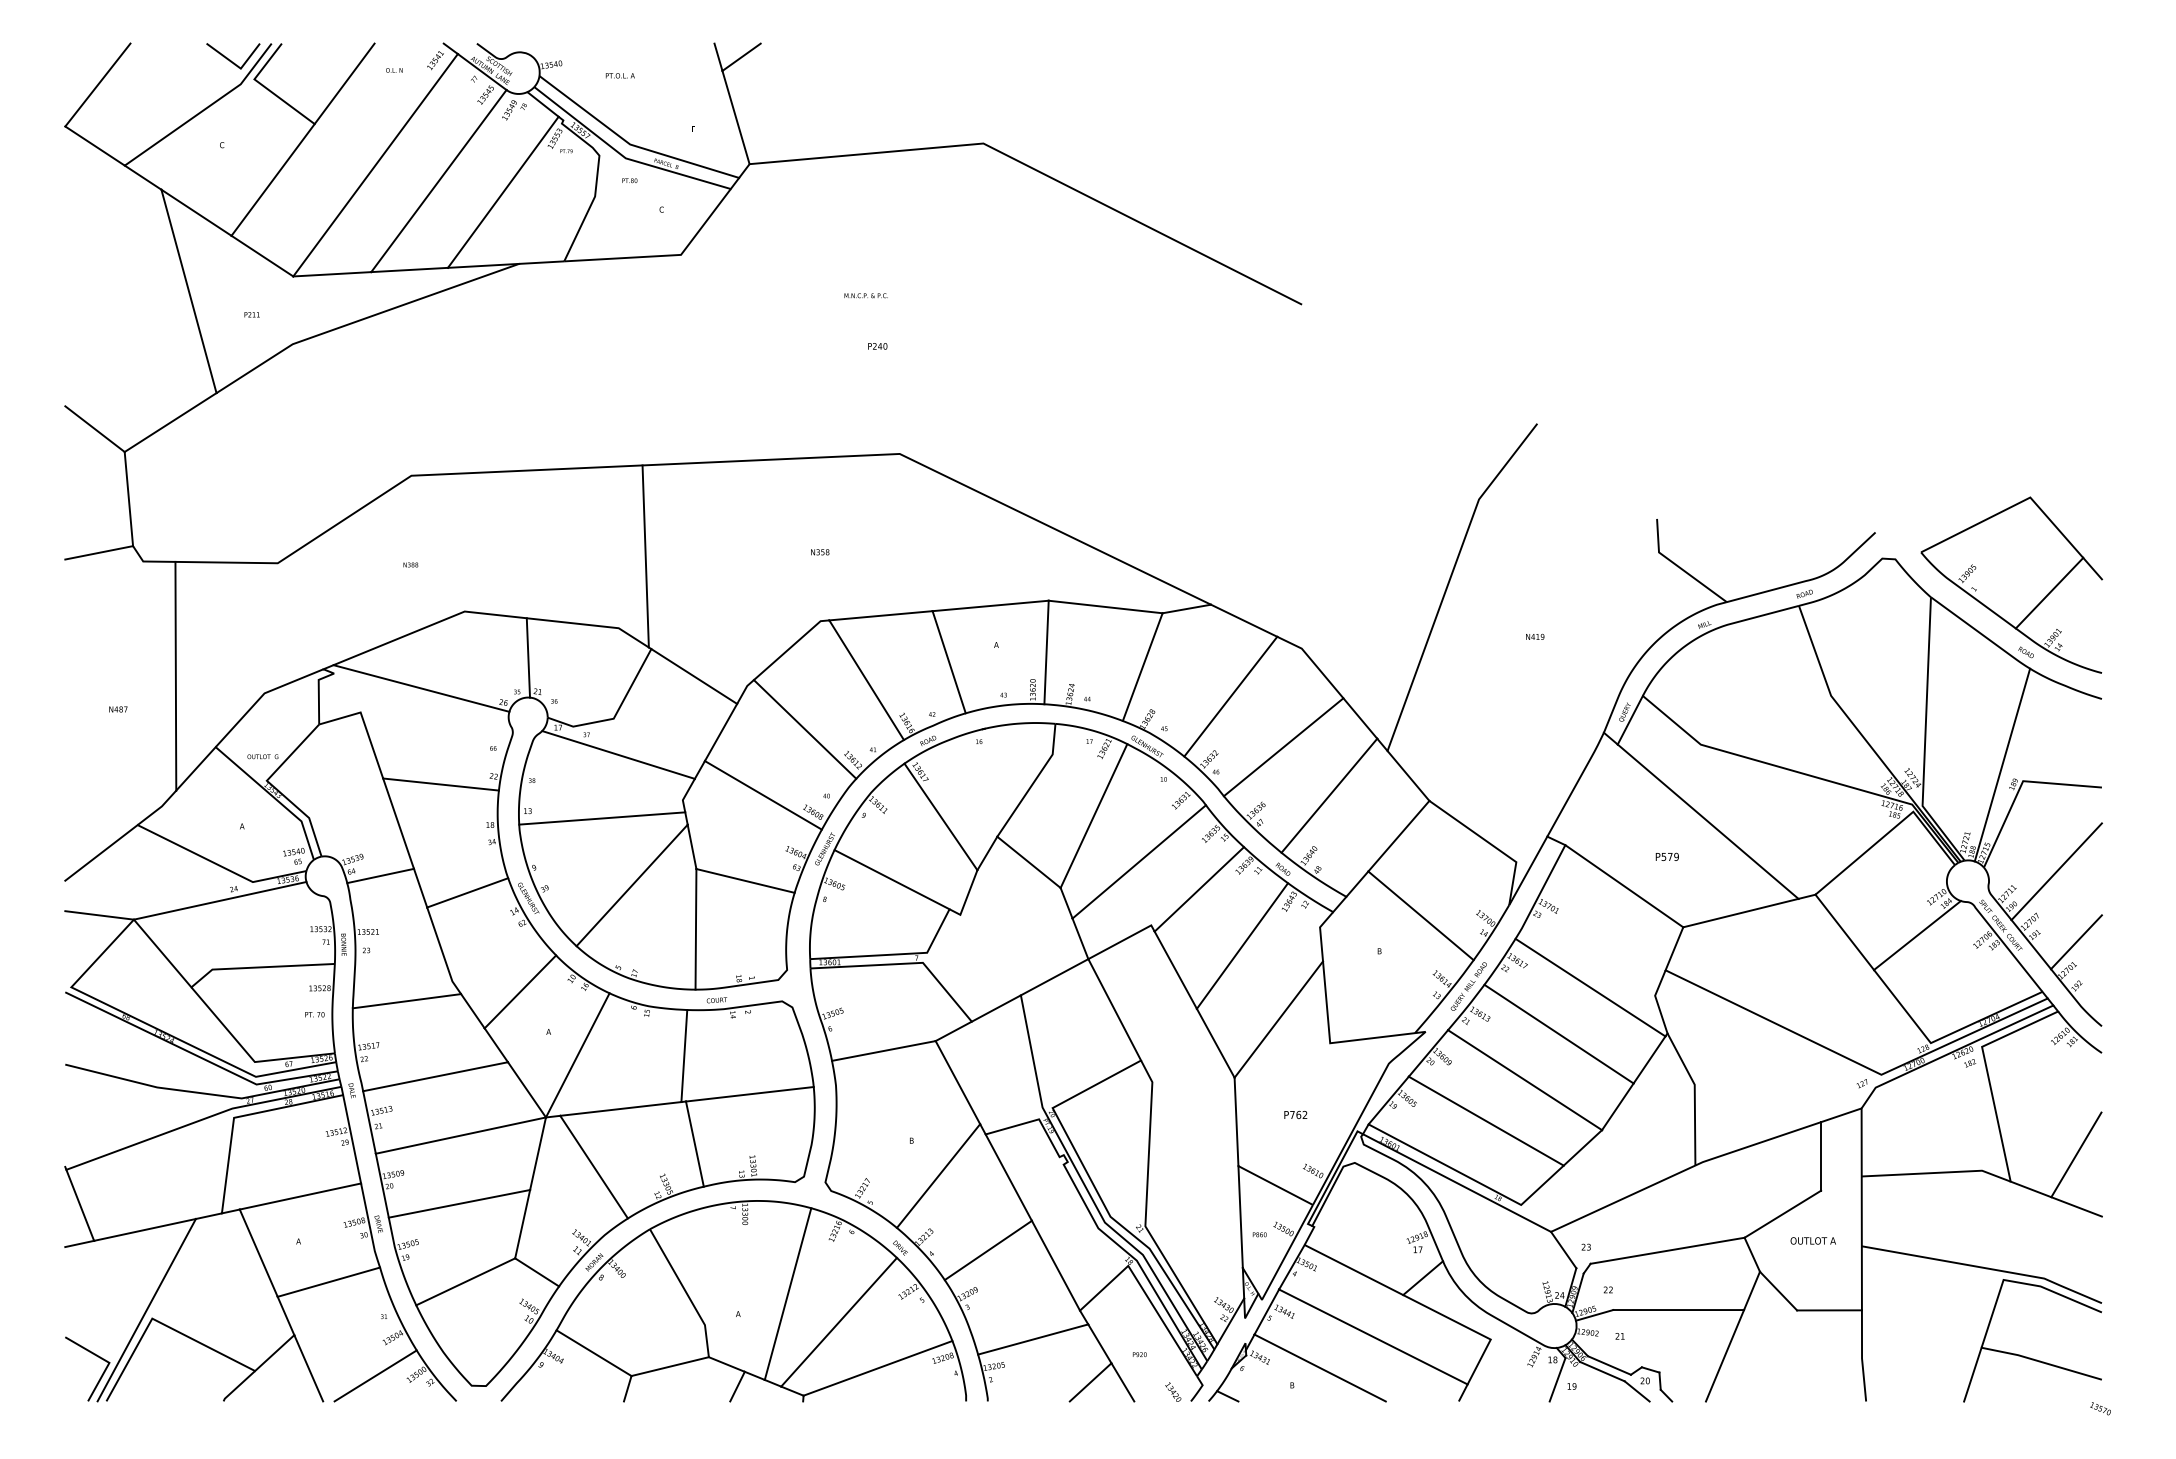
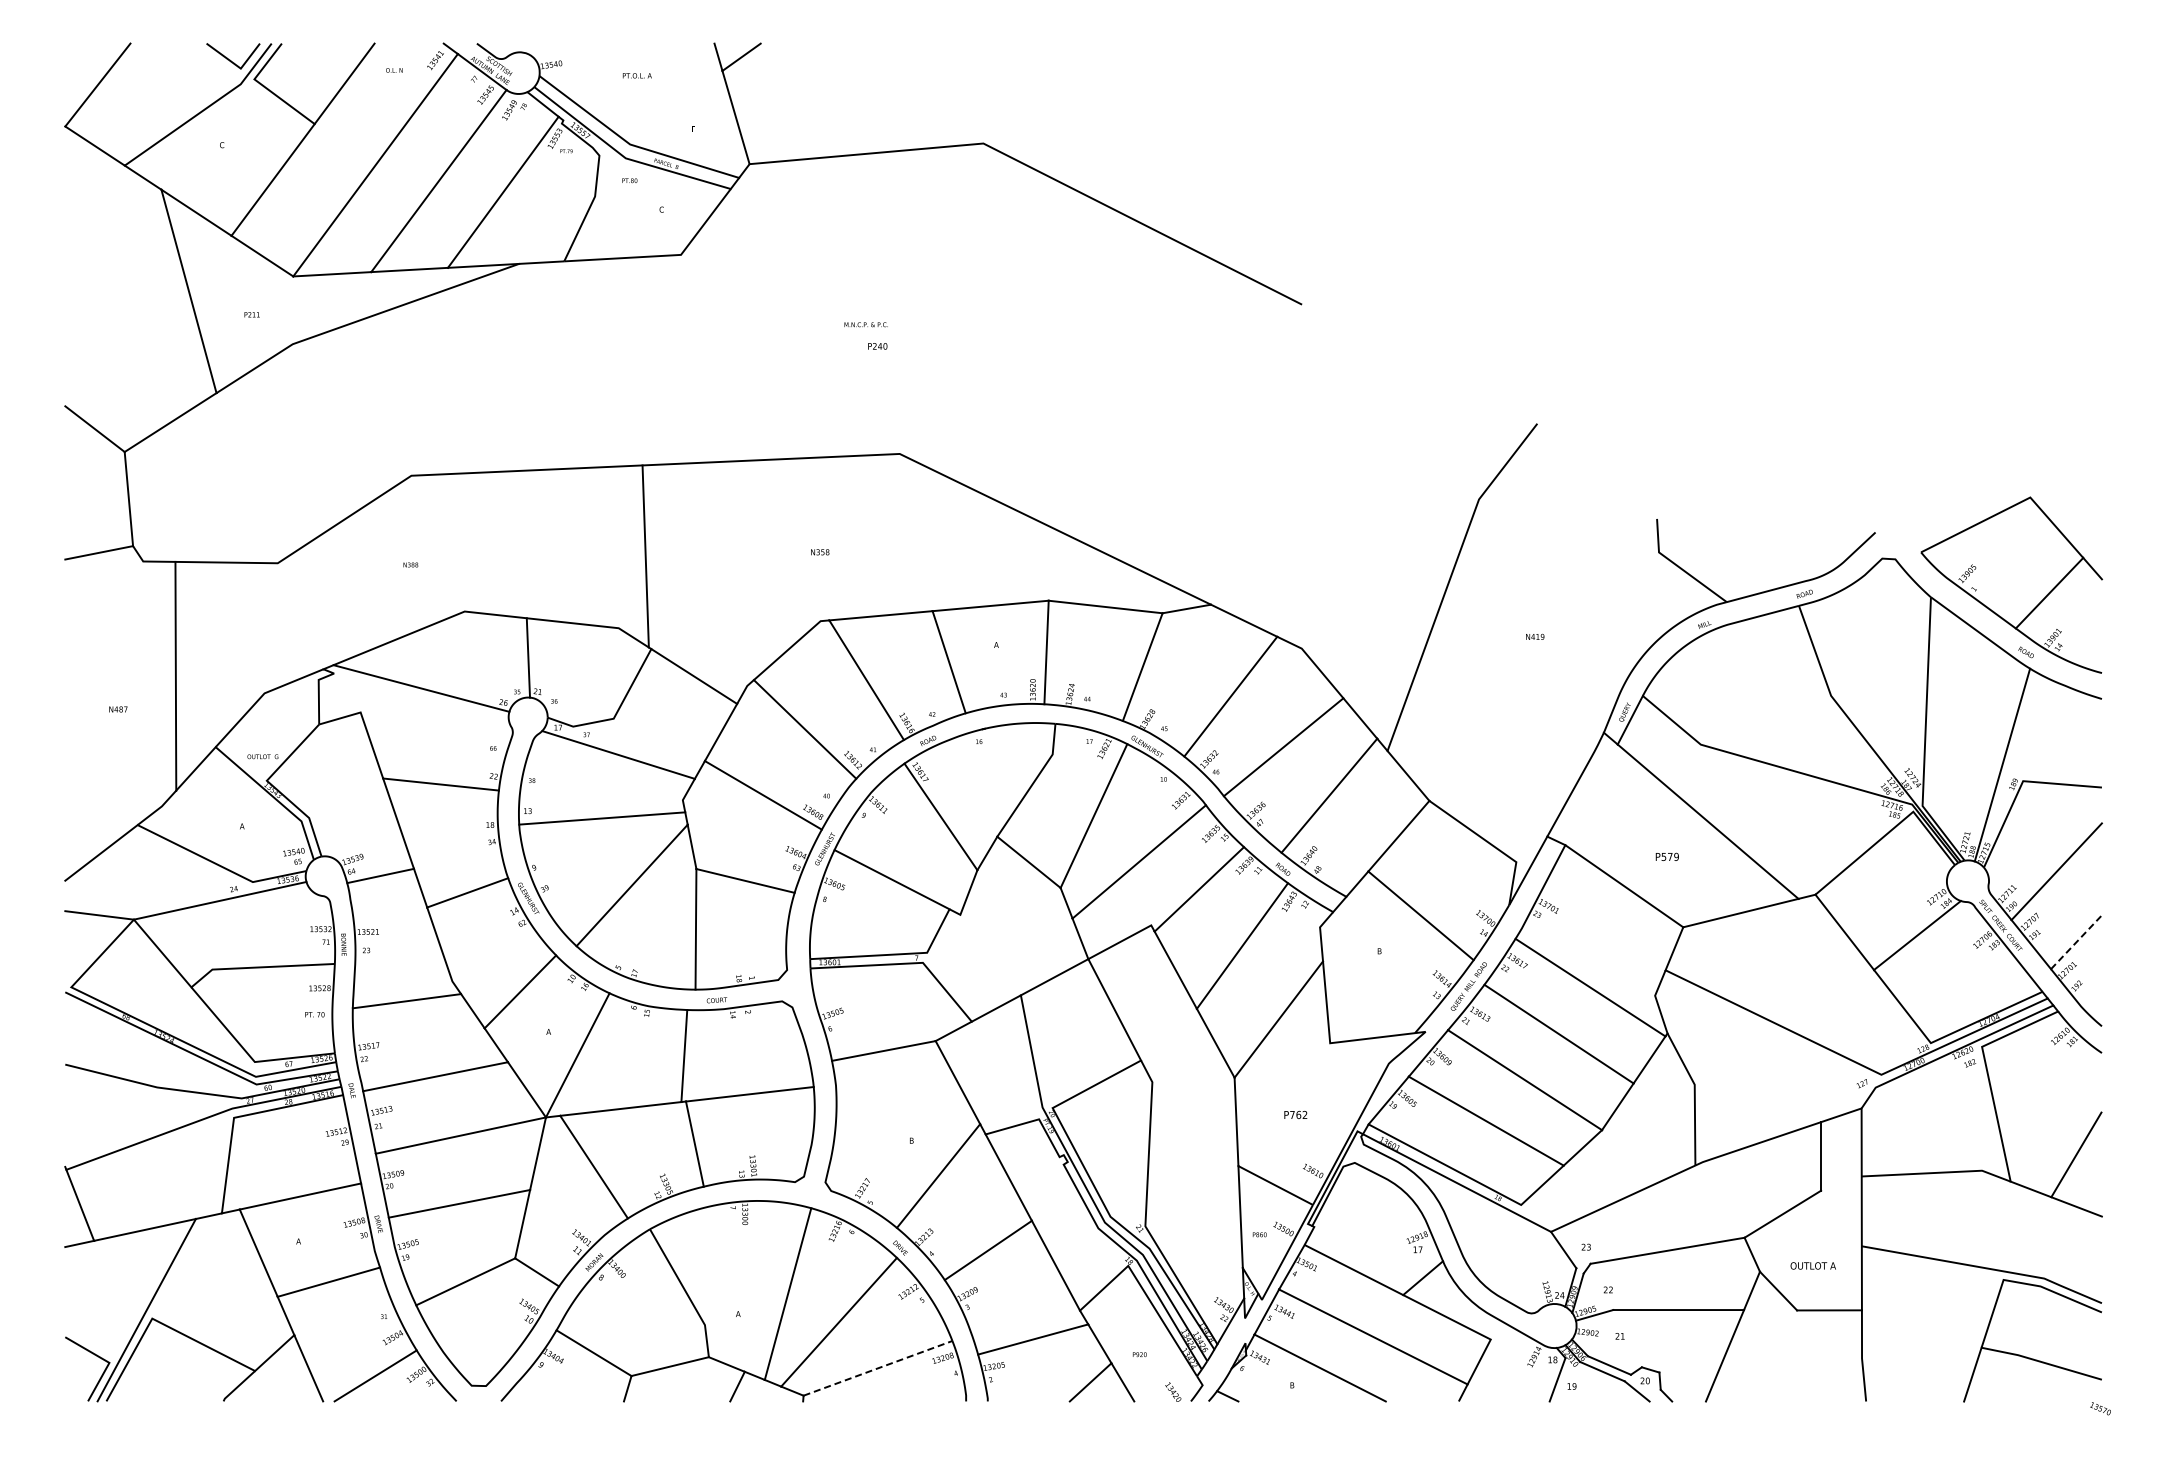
text at (619, 75) position: (619, 75) -> (636, 75)
text at (865, 295) position: (865, 295) -> (865, 324)
line at (2076, 941): solid -> dashed
text at (1812, 1240) position: (1812, 1240) -> (1812, 1265)
line at (878, 1368): solid -> dashed
